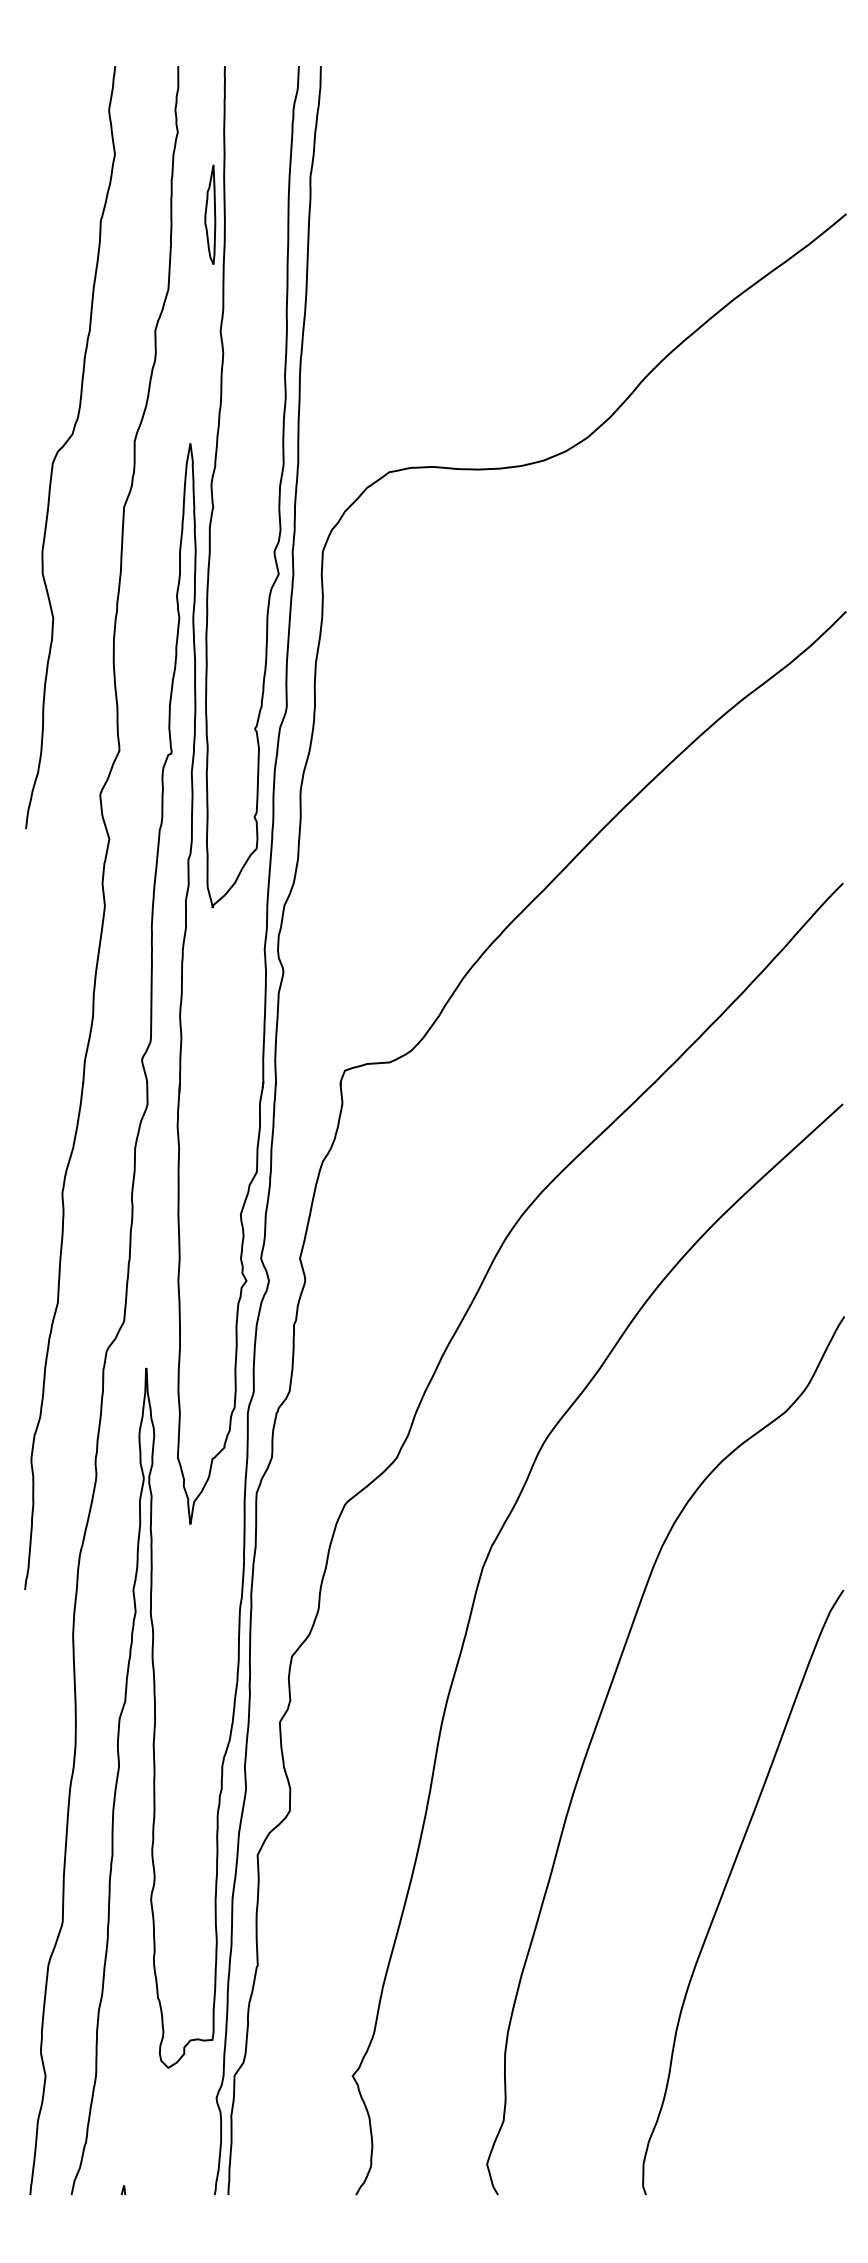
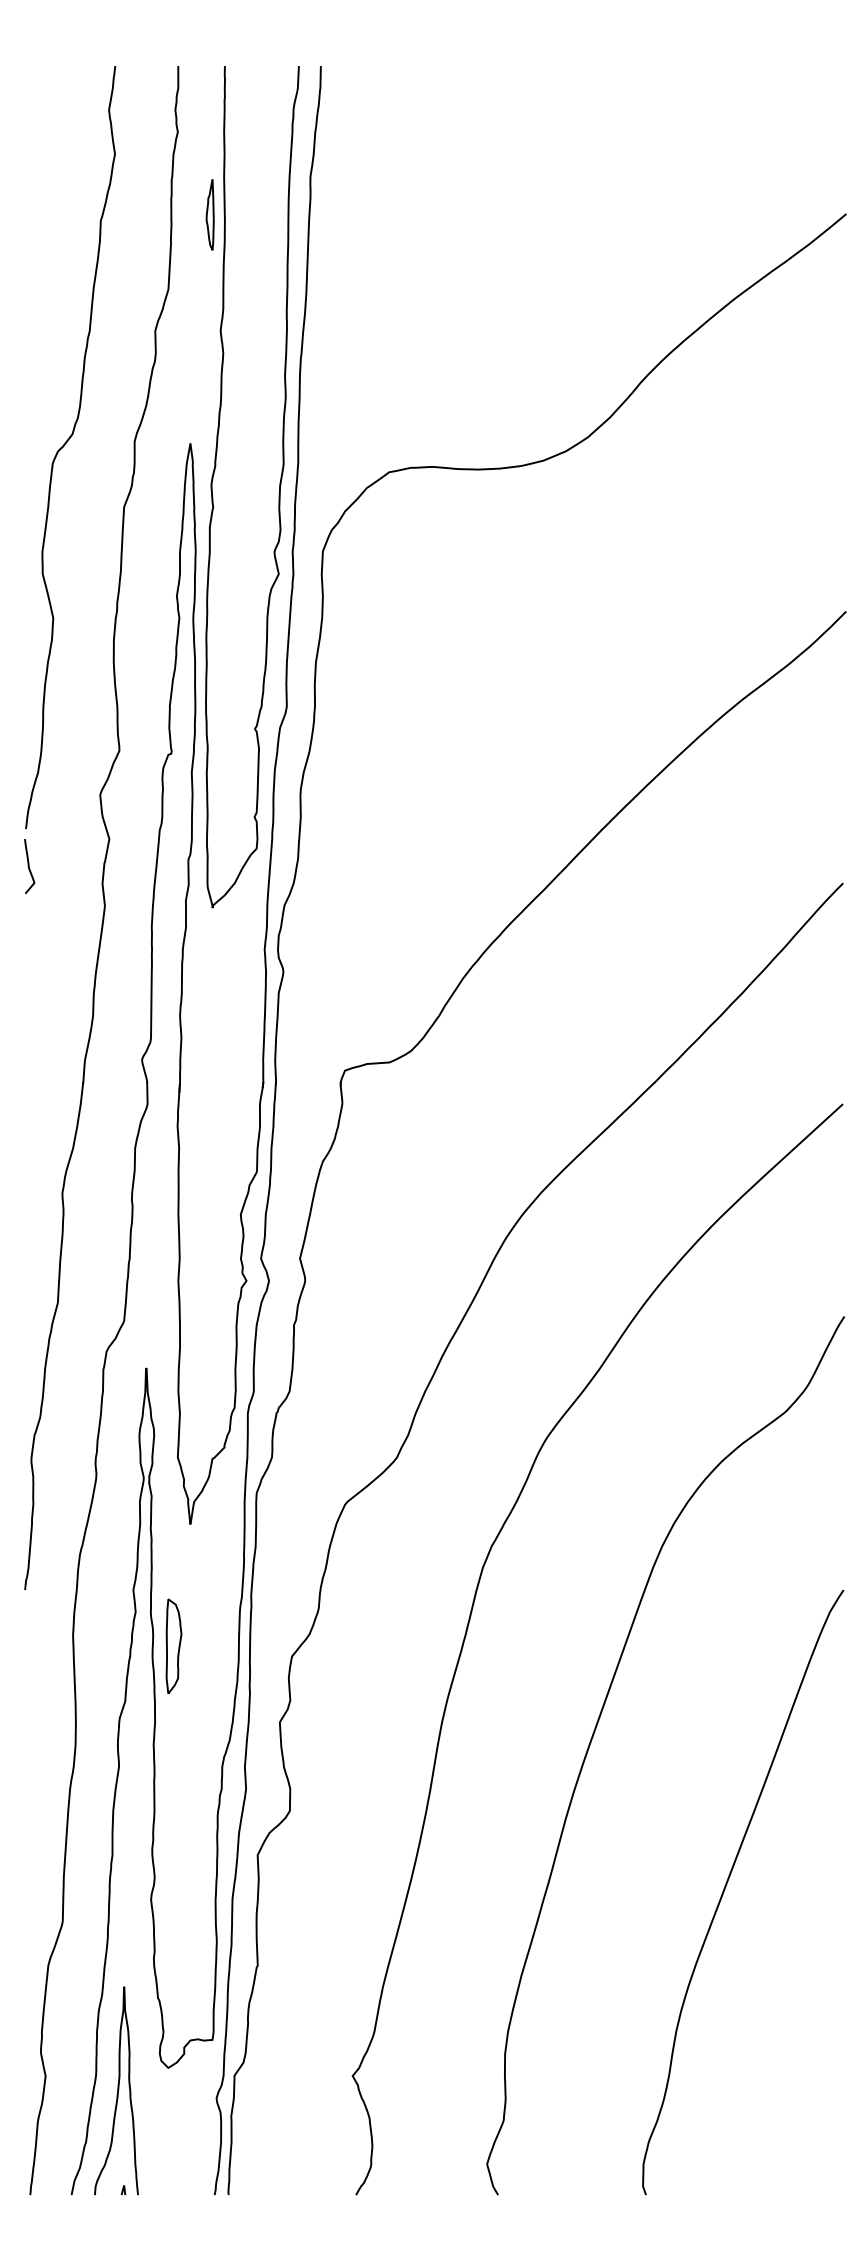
part at (210, 214) size: 13x101 px -> 10x72 px
curve at (29, 866): none -> present
part at (173, 1645): none -> present
curve at (117, 2090): none -> present
